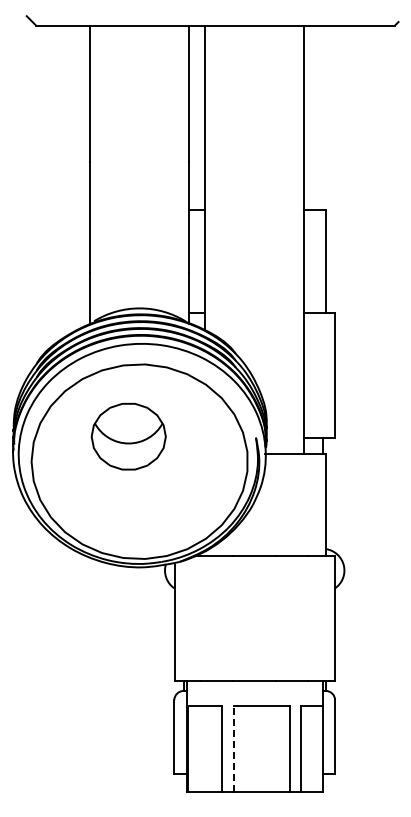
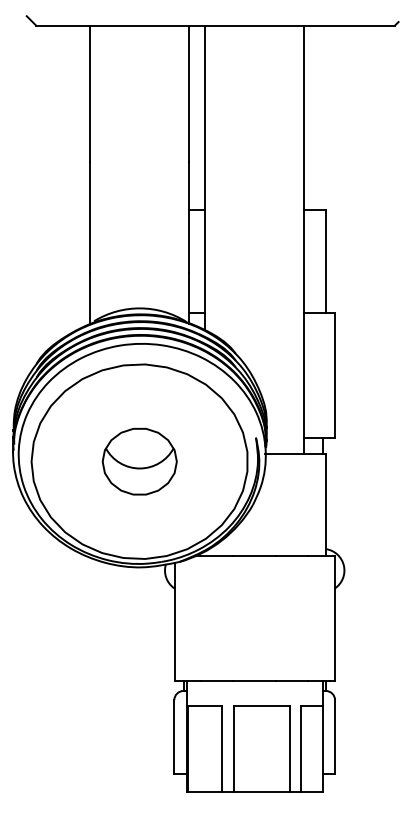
part at (128, 436) position: (128, 436) -> (139, 461)
line at (234, 748): dashed -> solid
